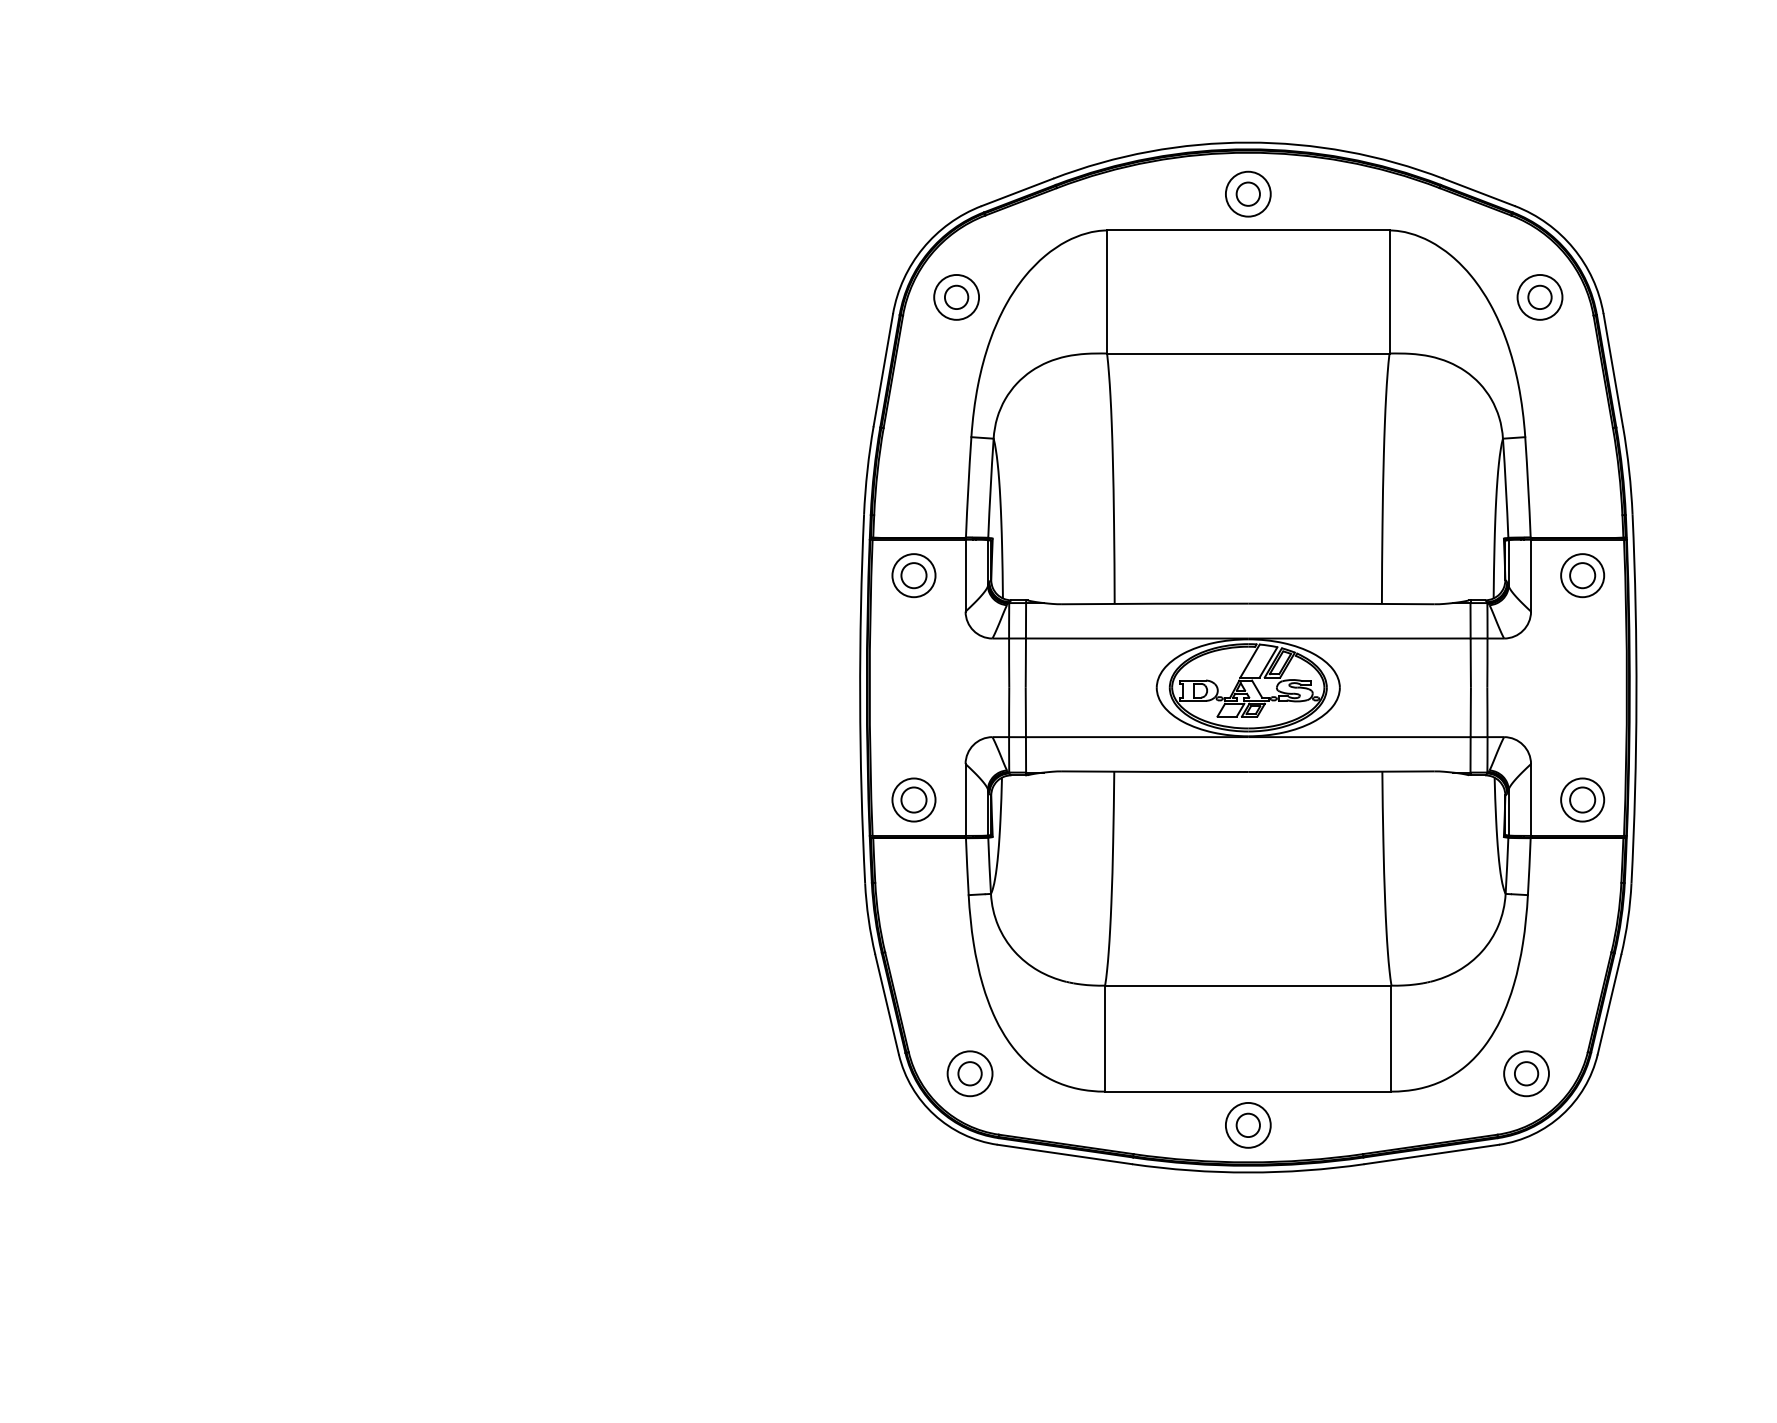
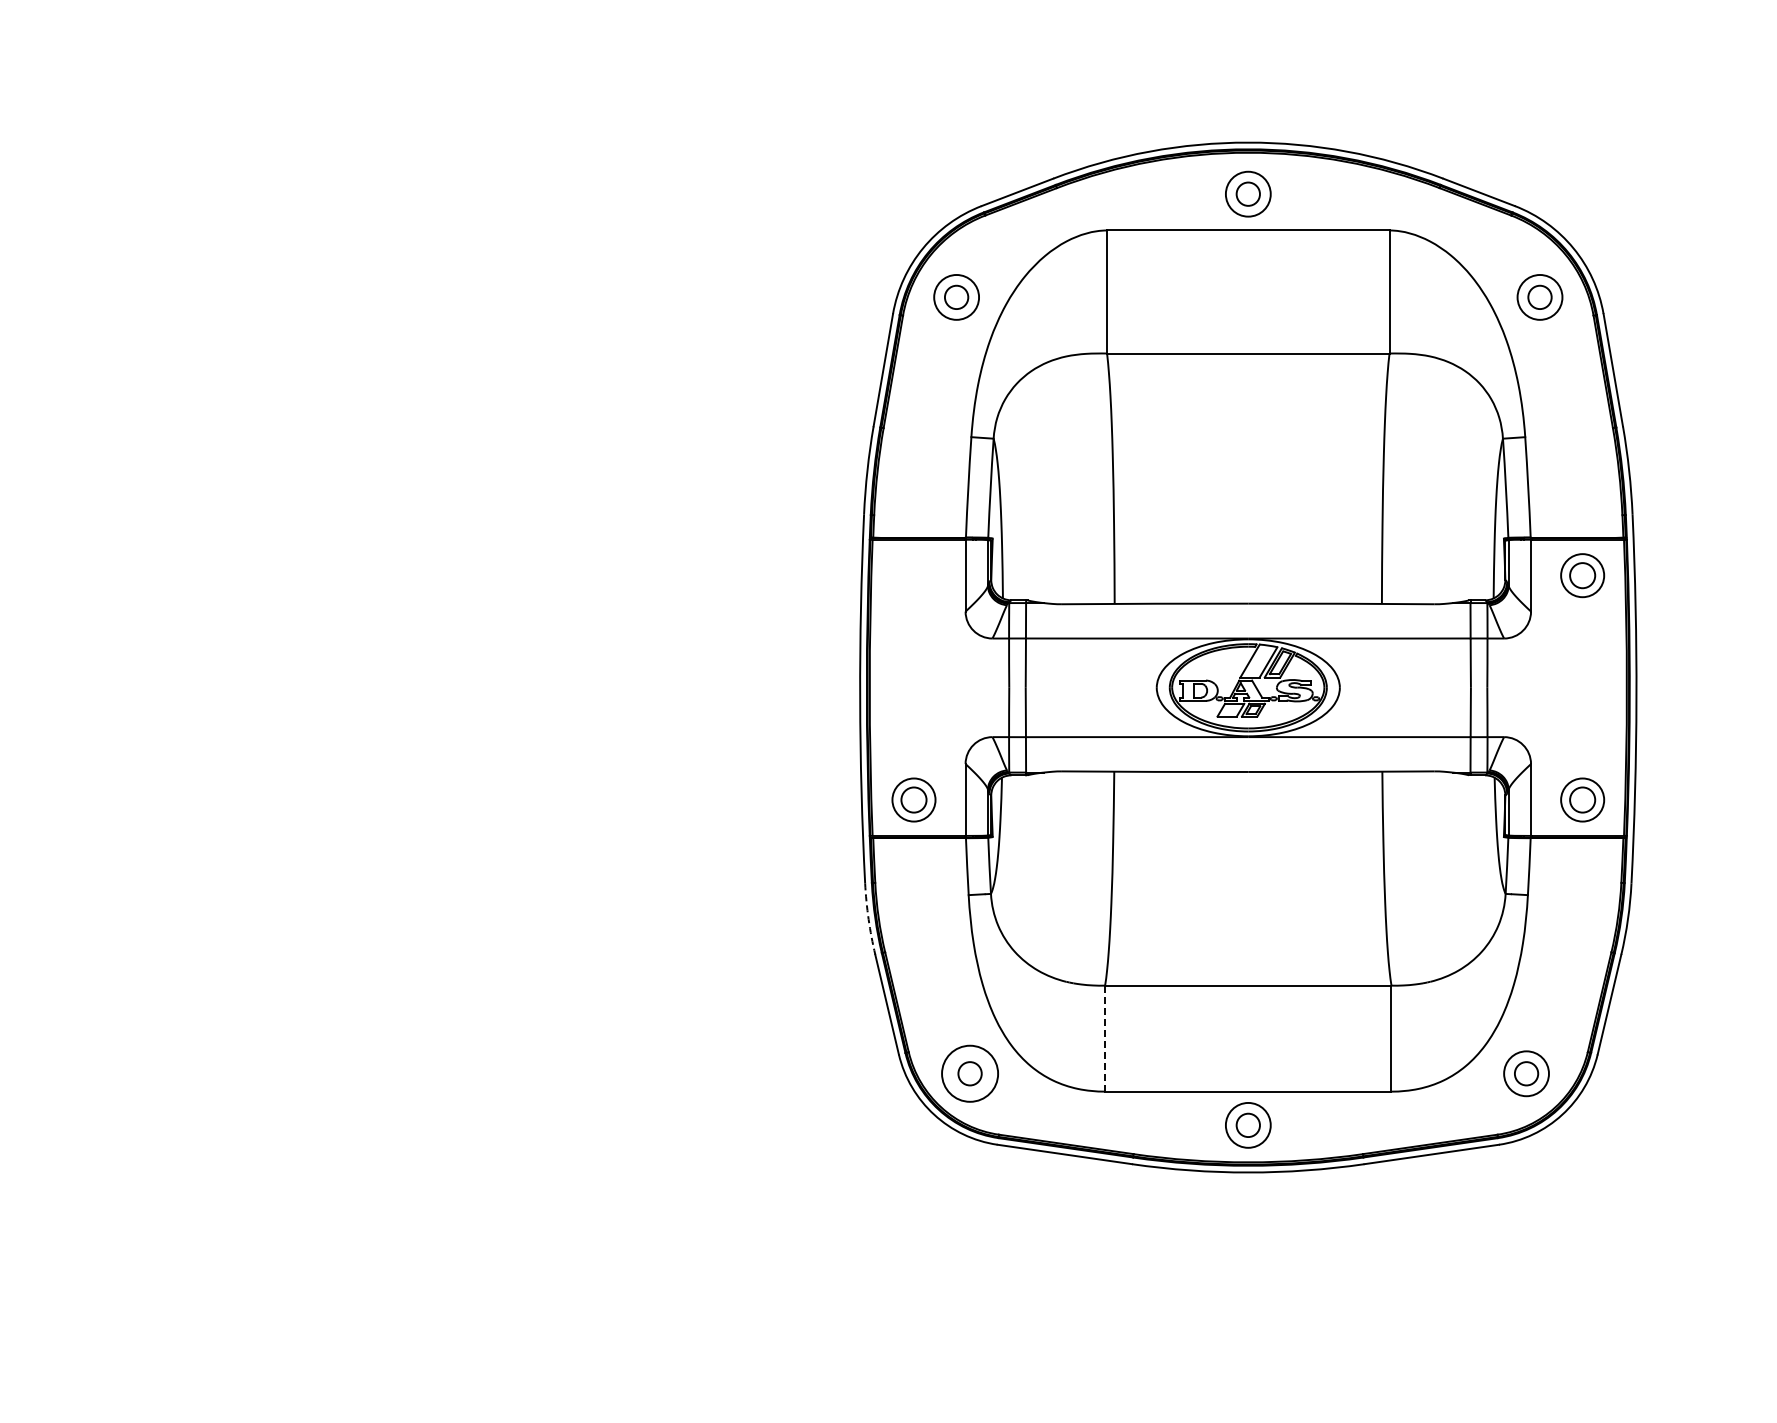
part at (913, 575): present -> none
arc at (868, 919): solid -> dashed
line at (1105, 1038): solid -> dashed
circle at (969, 1073) diameter: 45 px -> 56 px
